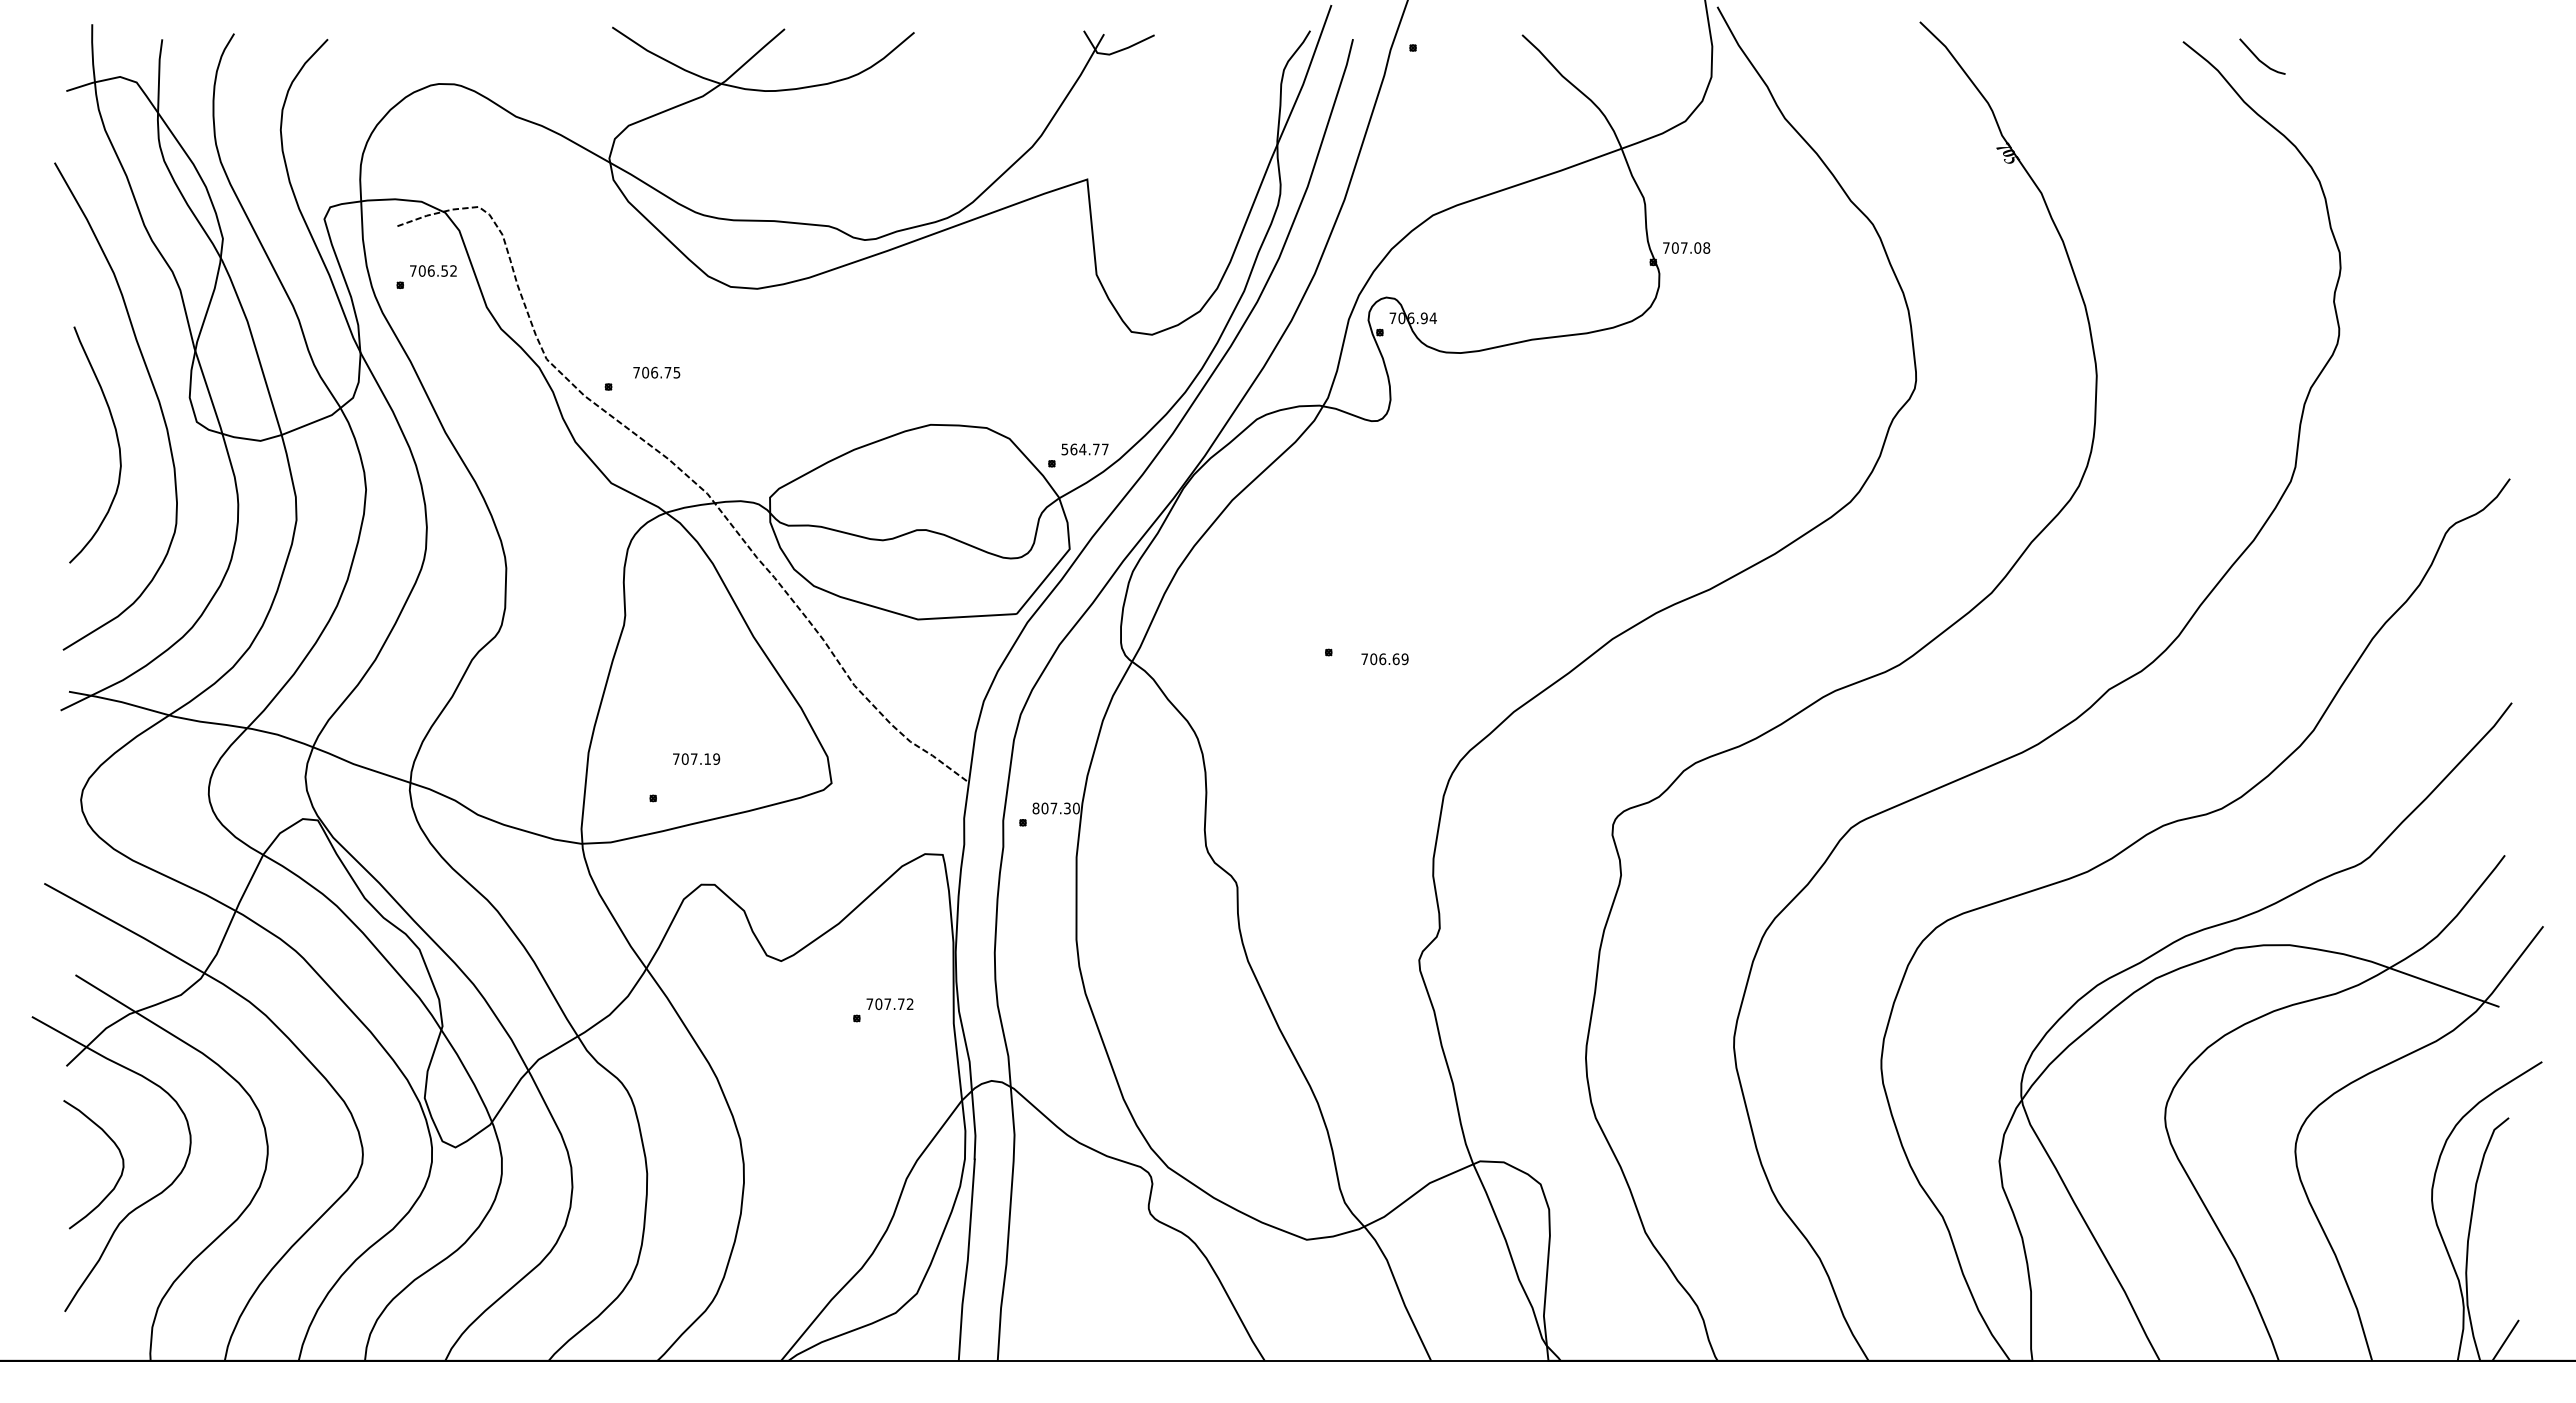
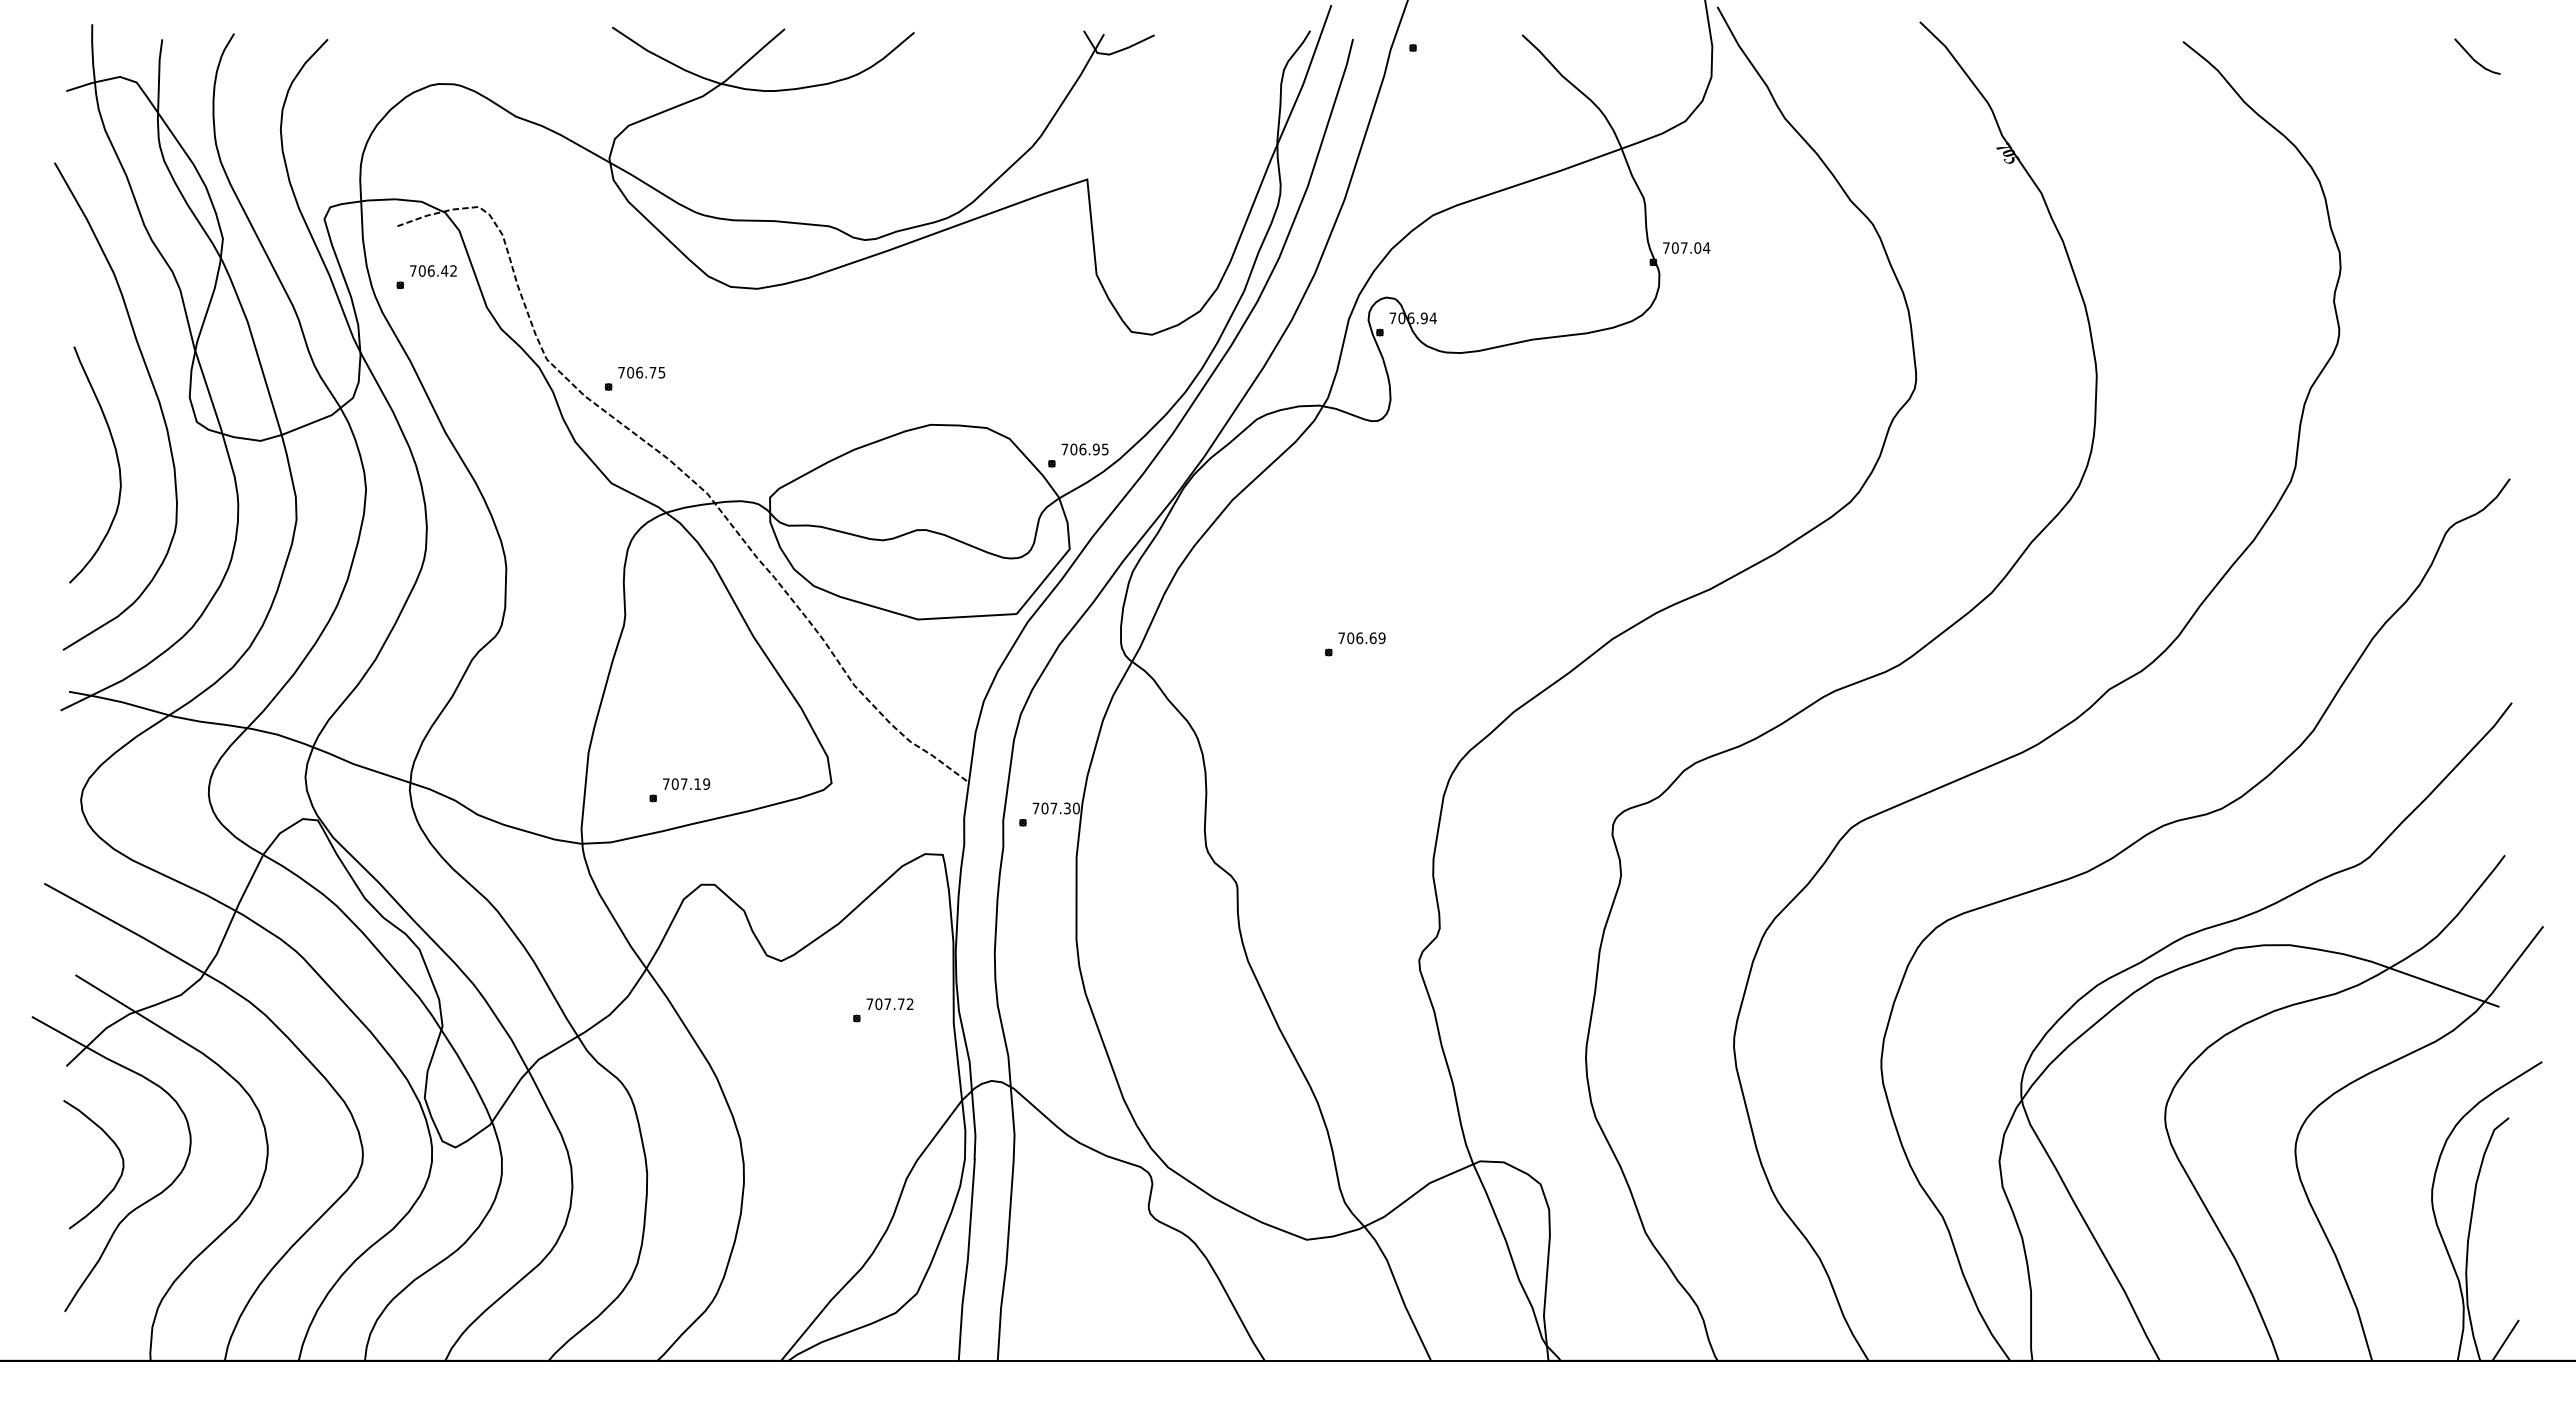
line at (2258, 57) position: (2258, 57) -> (2473, 57)
text at (1706, 247): 707.08 -> 707.04
text at (444, 270): 706.52 -> 706.42
text at (656, 372) position: (656, 372) -> (641, 372)
curve at (116, 438) position: (116, 438) -> (116, 458)
text at (1084, 449): 564.77 -> 706.95
text at (1384, 659) position: (1384, 659) -> (1361, 638)
text at (696, 758) position: (696, 758) -> (686, 783)
text at (1035, 808): 807.30 -> 707.30
